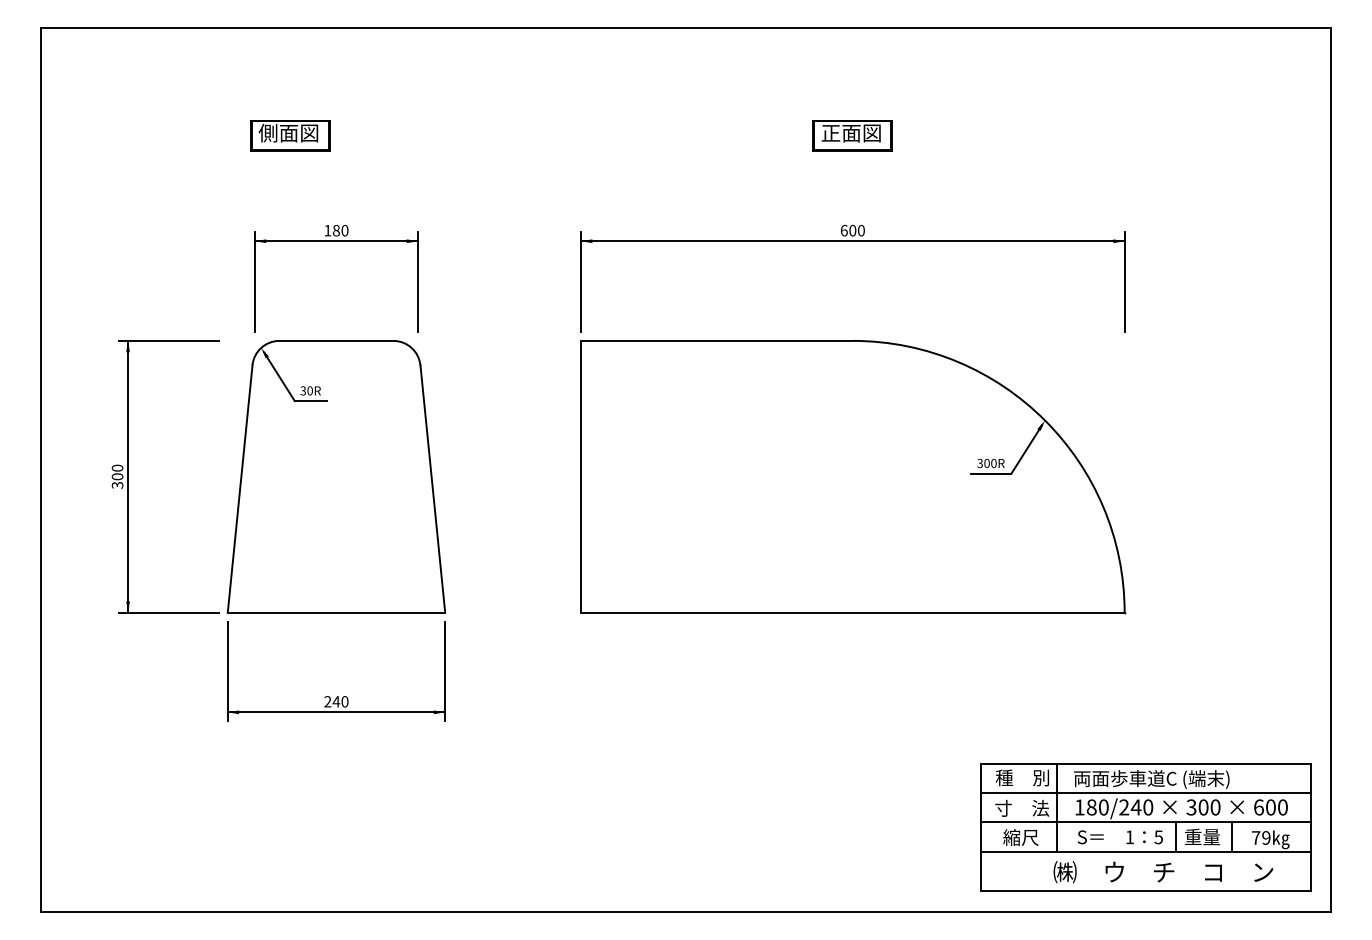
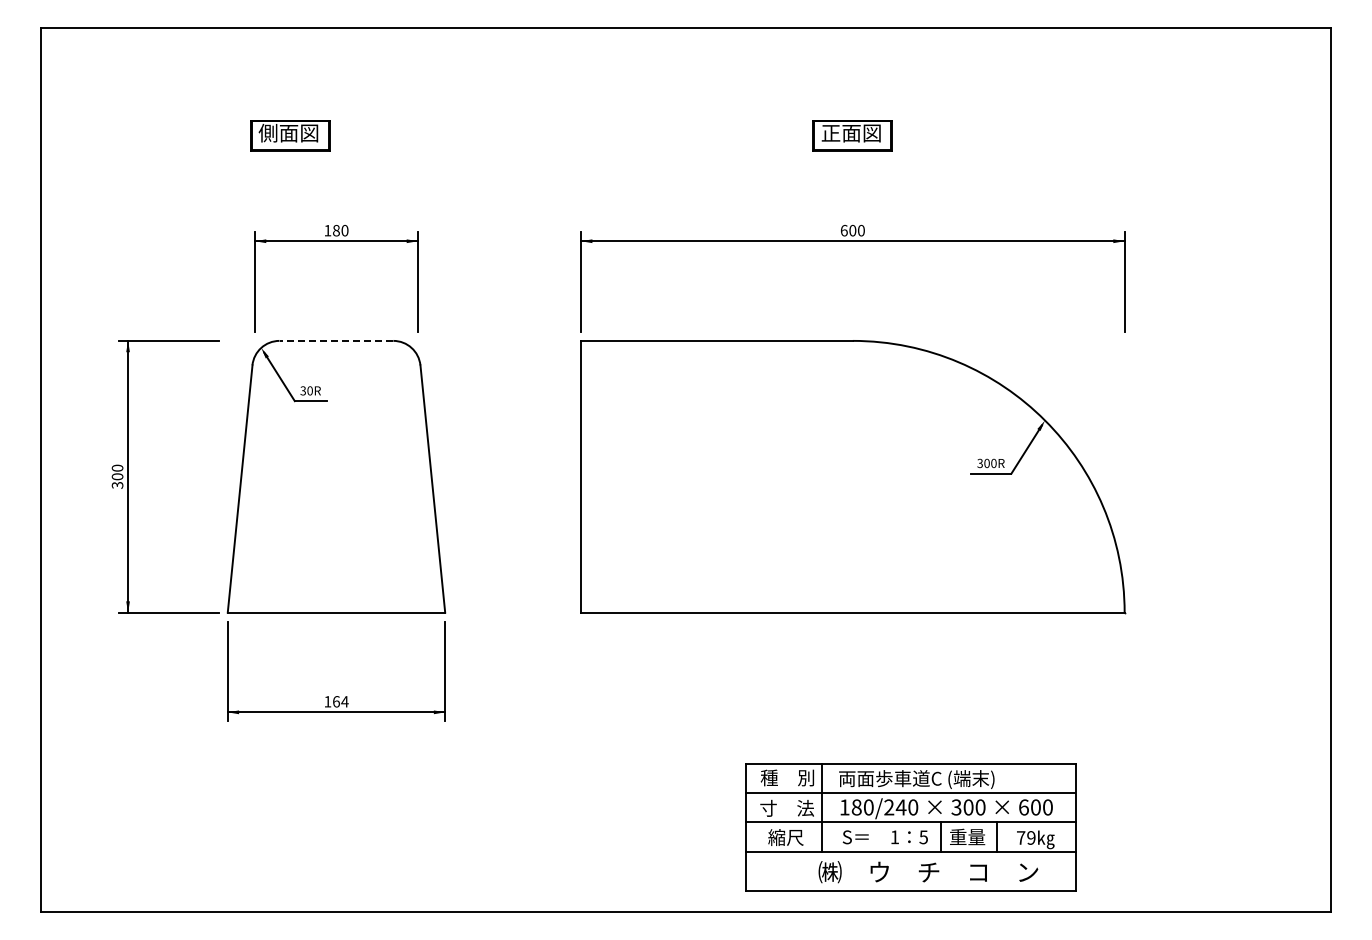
line at (336, 340): solid -> dashed
text at (336, 701): 240 -> 164
part at (1145, 827) position: (1145, 827) -> (910, 827)
